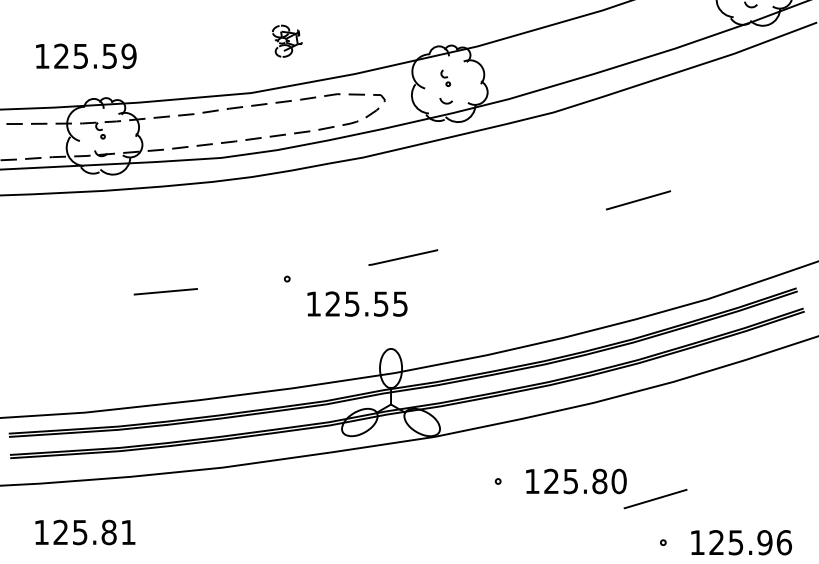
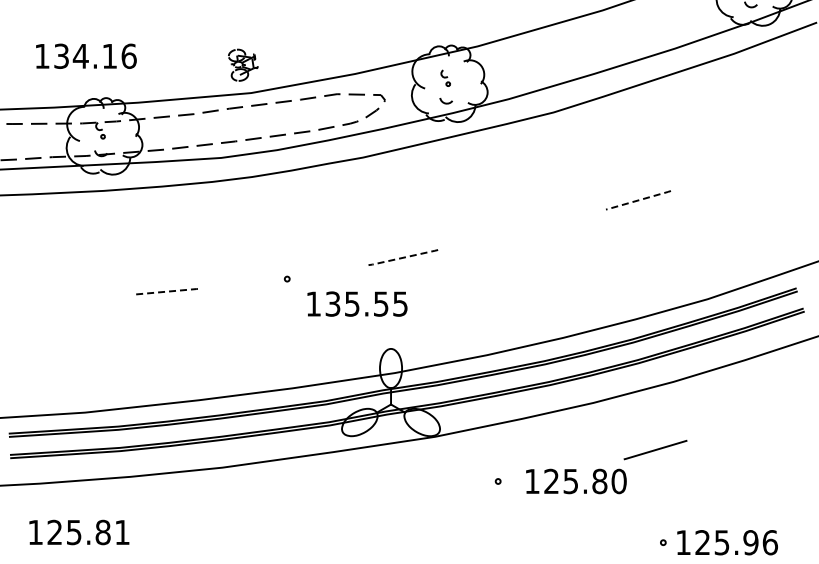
part at (287, 40) position: (287, 40) -> (243, 64)
text at (95, 55): 125.59 -> 134.16
line at (638, 200): solid -> dashed
line at (403, 257): solid -> dashed
line at (165, 291): solid -> dashed
text at (332, 303): 125.55 -> 135.55
line at (655, 498) position: (655, 498) -> (655, 449)
text at (85, 532) position: (85, 532) -> (79, 532)
text at (741, 542) position: (741, 542) -> (727, 542)
